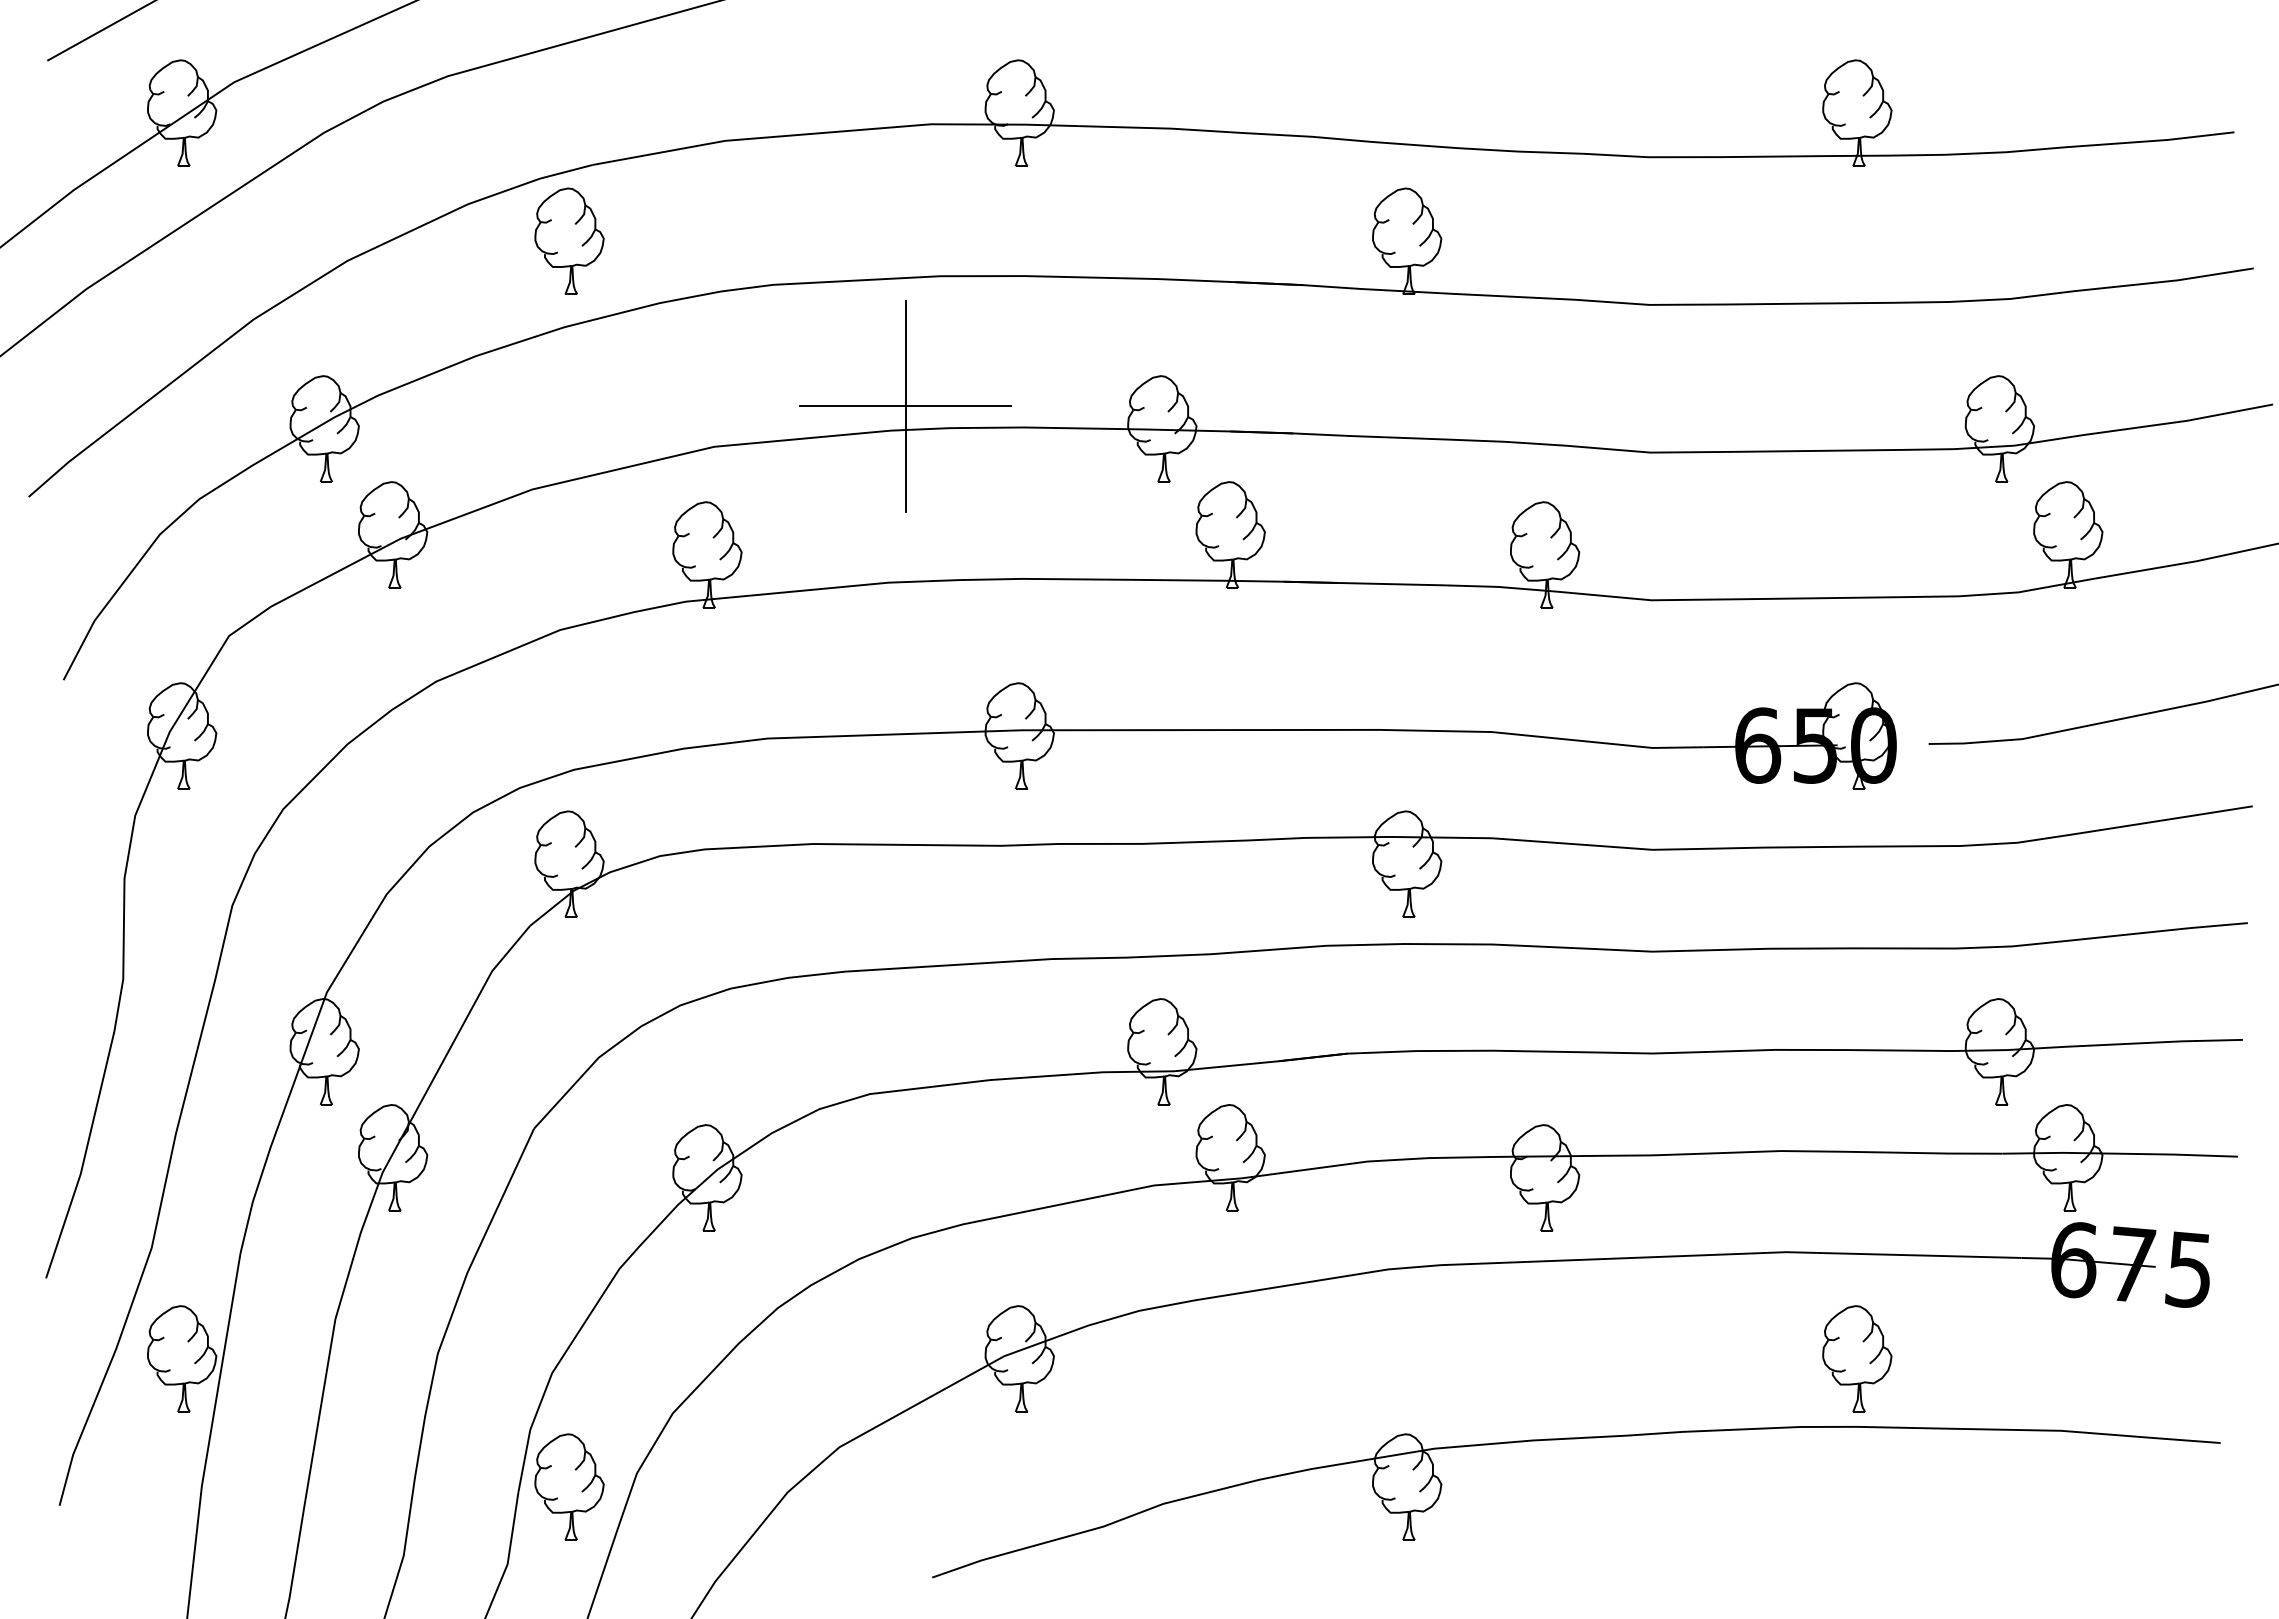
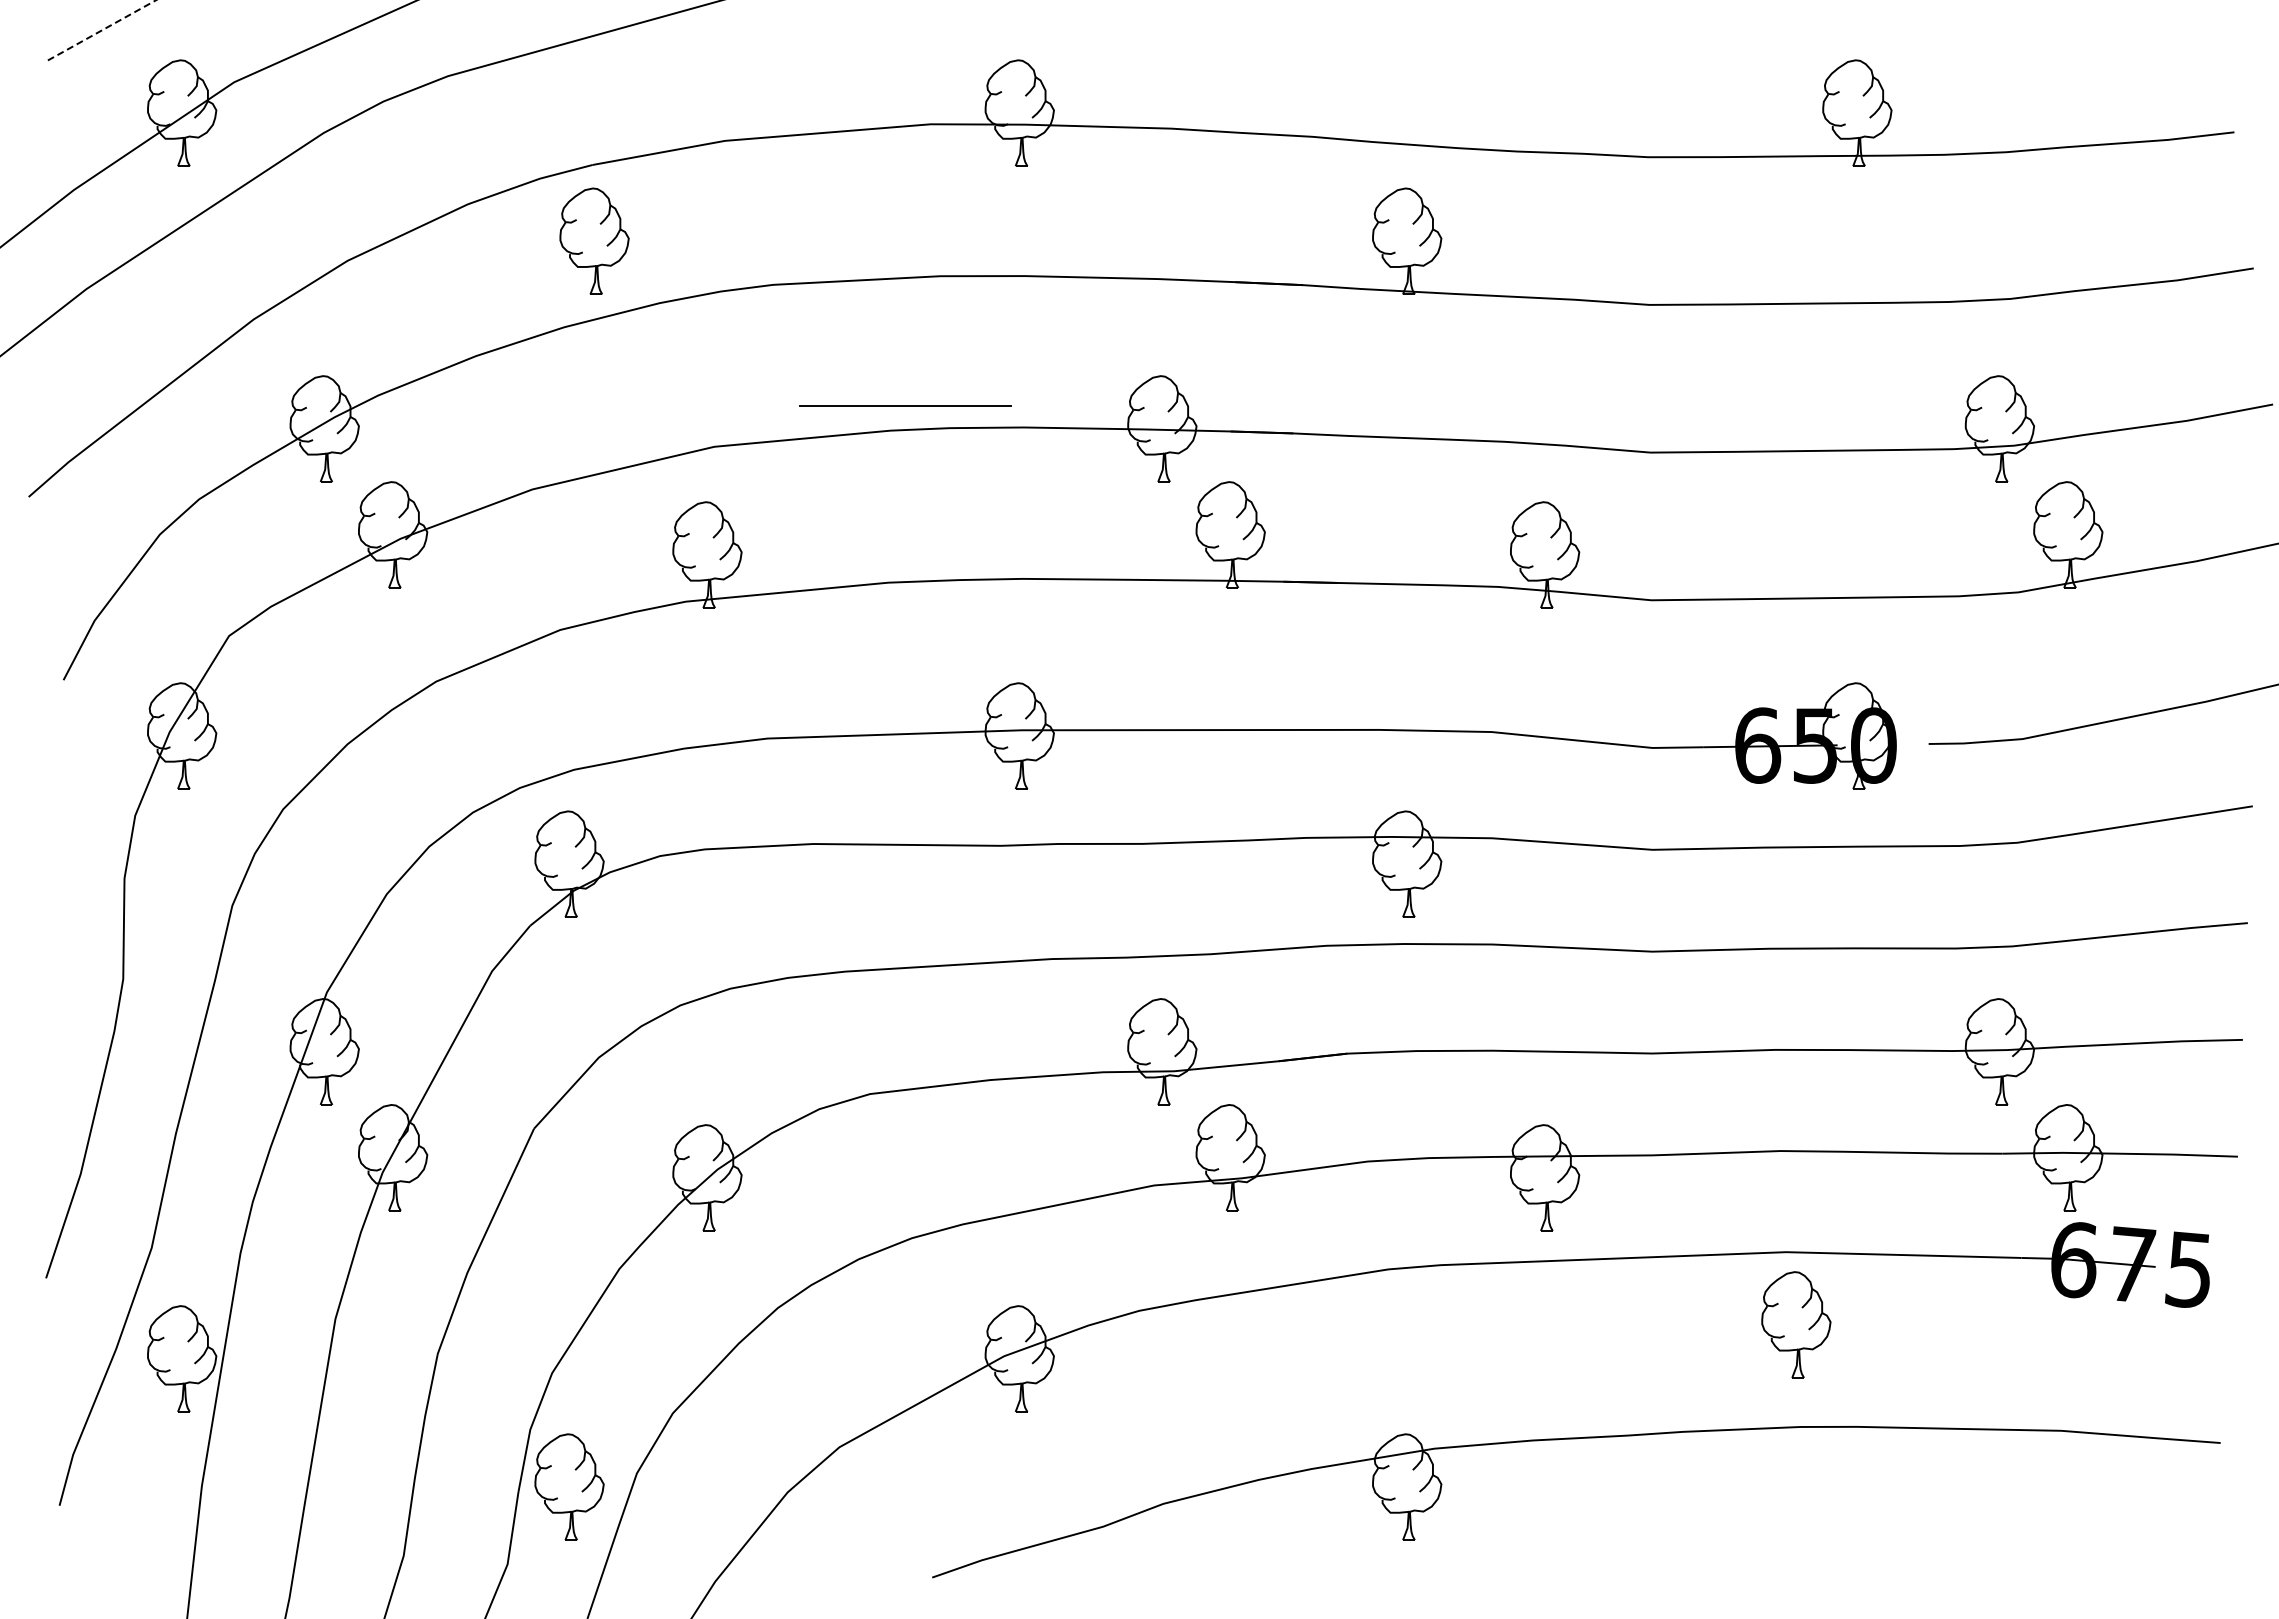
line at (101, 30): solid -> dashed
part at (569, 240) position: (569, 240) -> (594, 240)
line at (905, 405): present -> none
part at (1857, 1358) position: (1857, 1358) -> (1796, 1324)
